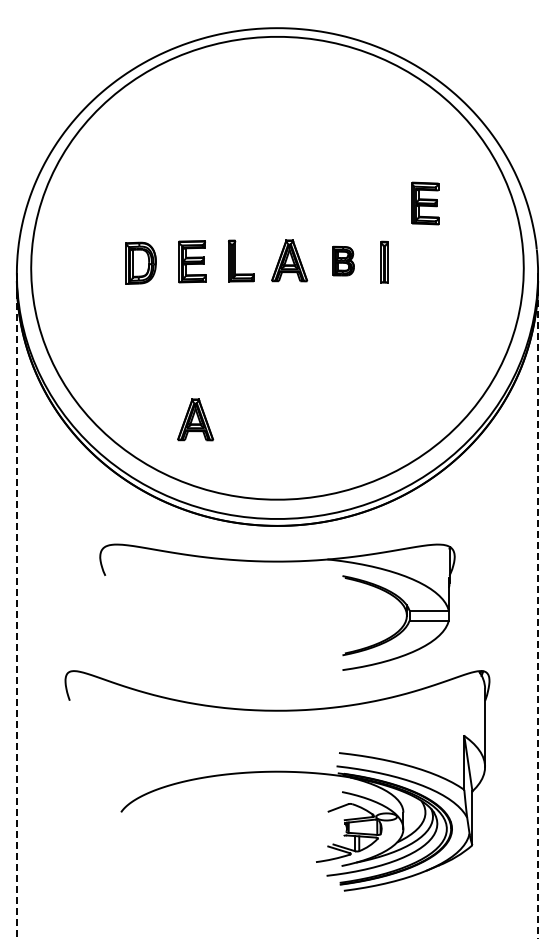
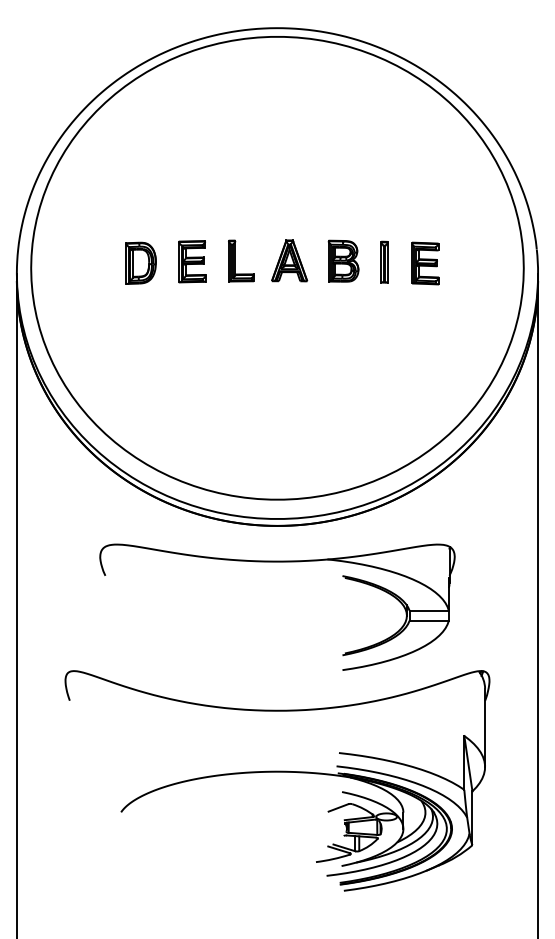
part at (425, 203) position: (425, 203) -> (425, 263)
part at (343, 260) size: 23x32 px -> 33x44 px
part at (195, 419): present -> none
line at (16, 609): dashed -> solid
line at (538, 609): dashed -> solid
